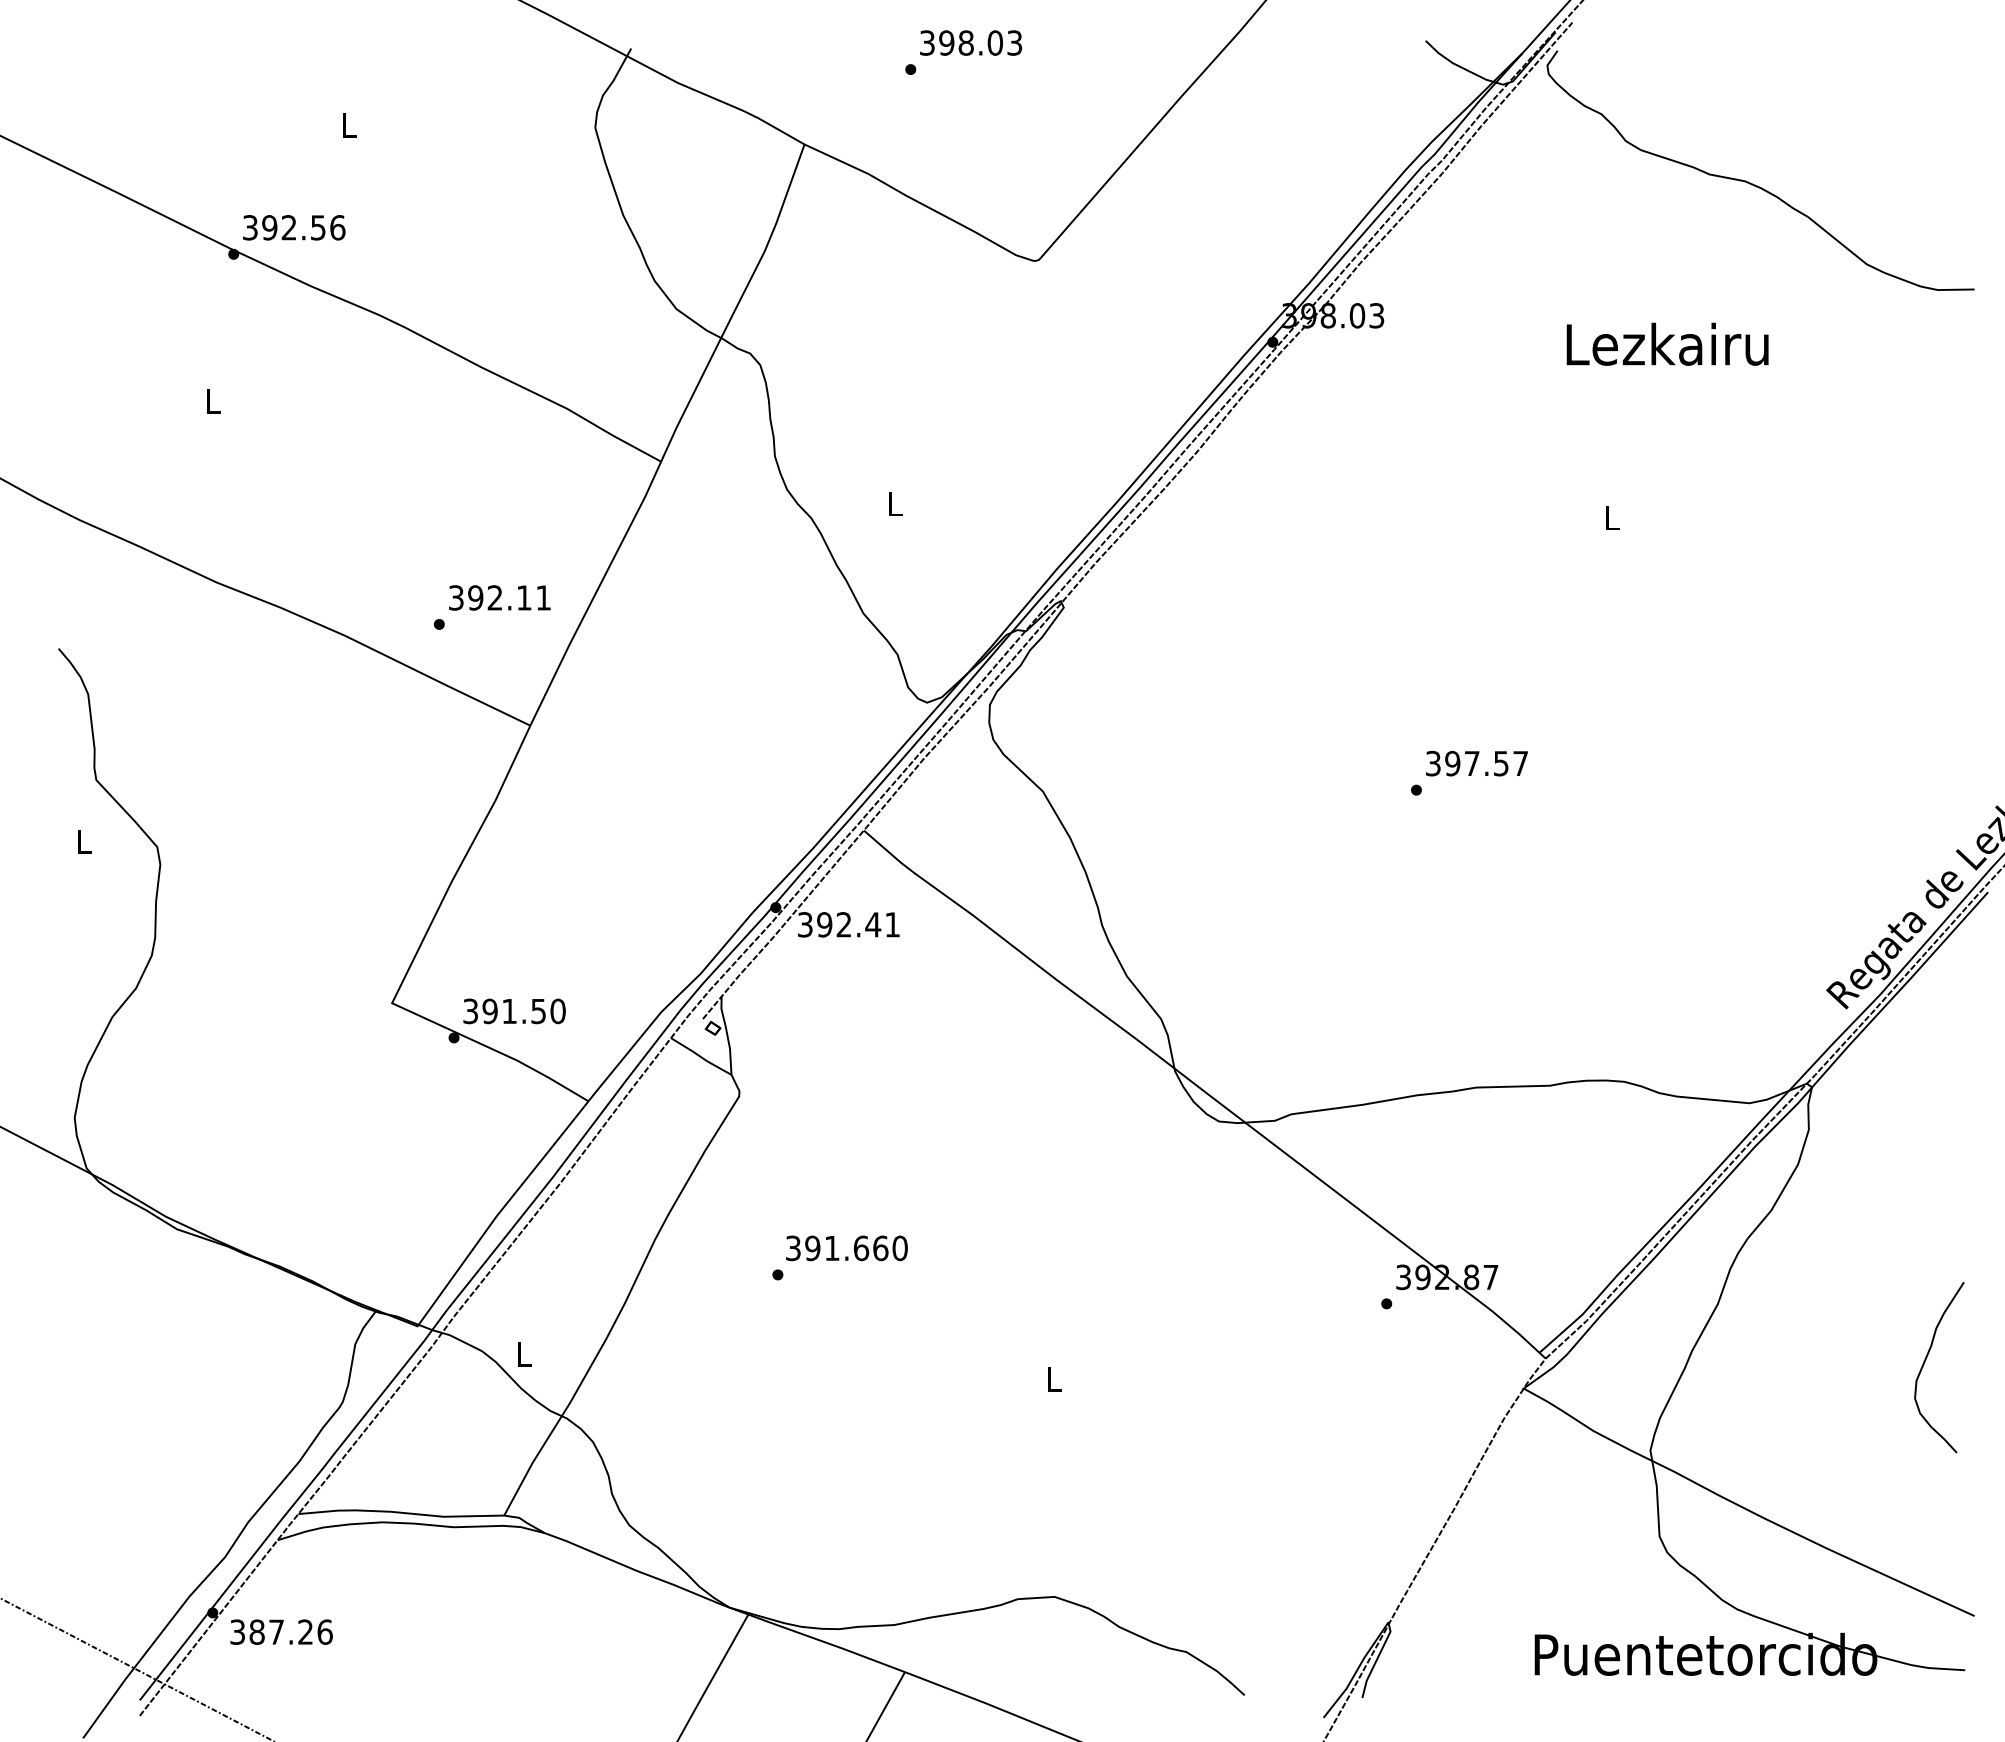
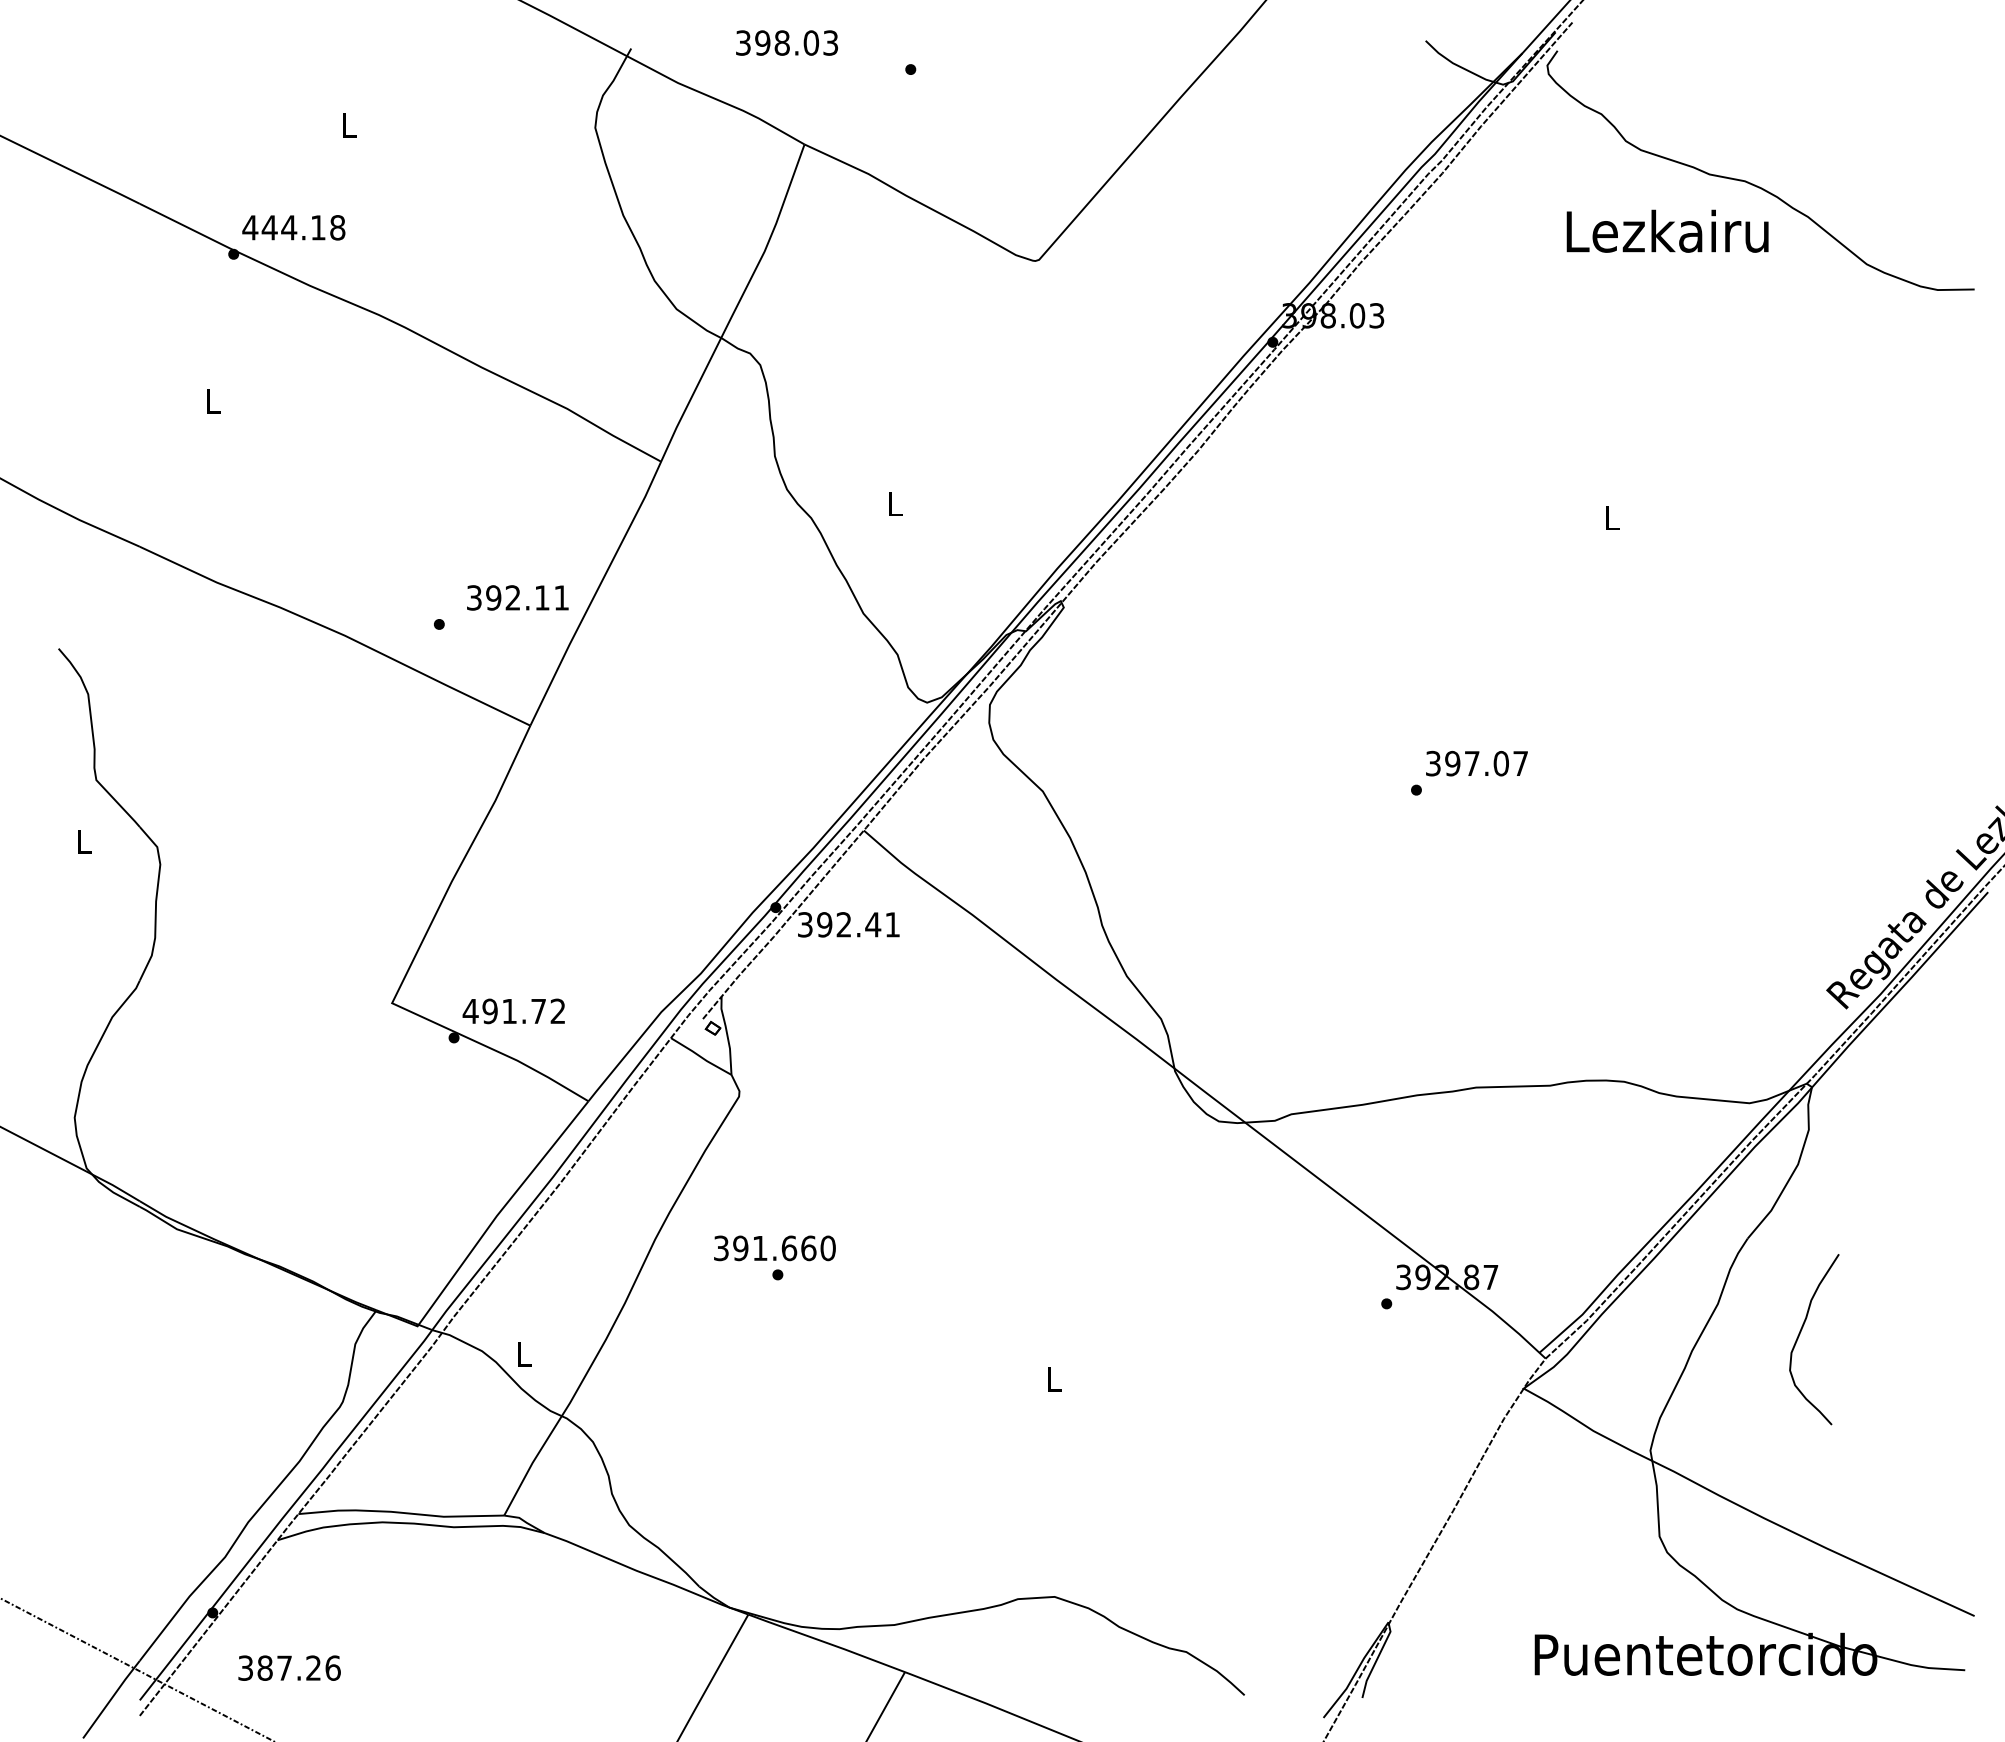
text at (970, 42) position: (970, 42) -> (786, 42)
text at (293, 227): 392.56 -> 444.18
text at (1667, 343) position: (1667, 343) -> (1667, 230)
text at (499, 597) position: (499, 597) -> (517, 597)
text at (1500, 763): 397.57 -> 397.07
text at (513, 1011): 391.50 -> 491.72
text at (846, 1248) position: (846, 1248) -> (774, 1248)
curve at (1926, 1360) position: (1926, 1360) -> (1801, 1332)
text at (281, 1631) position: (281, 1631) -> (289, 1667)
